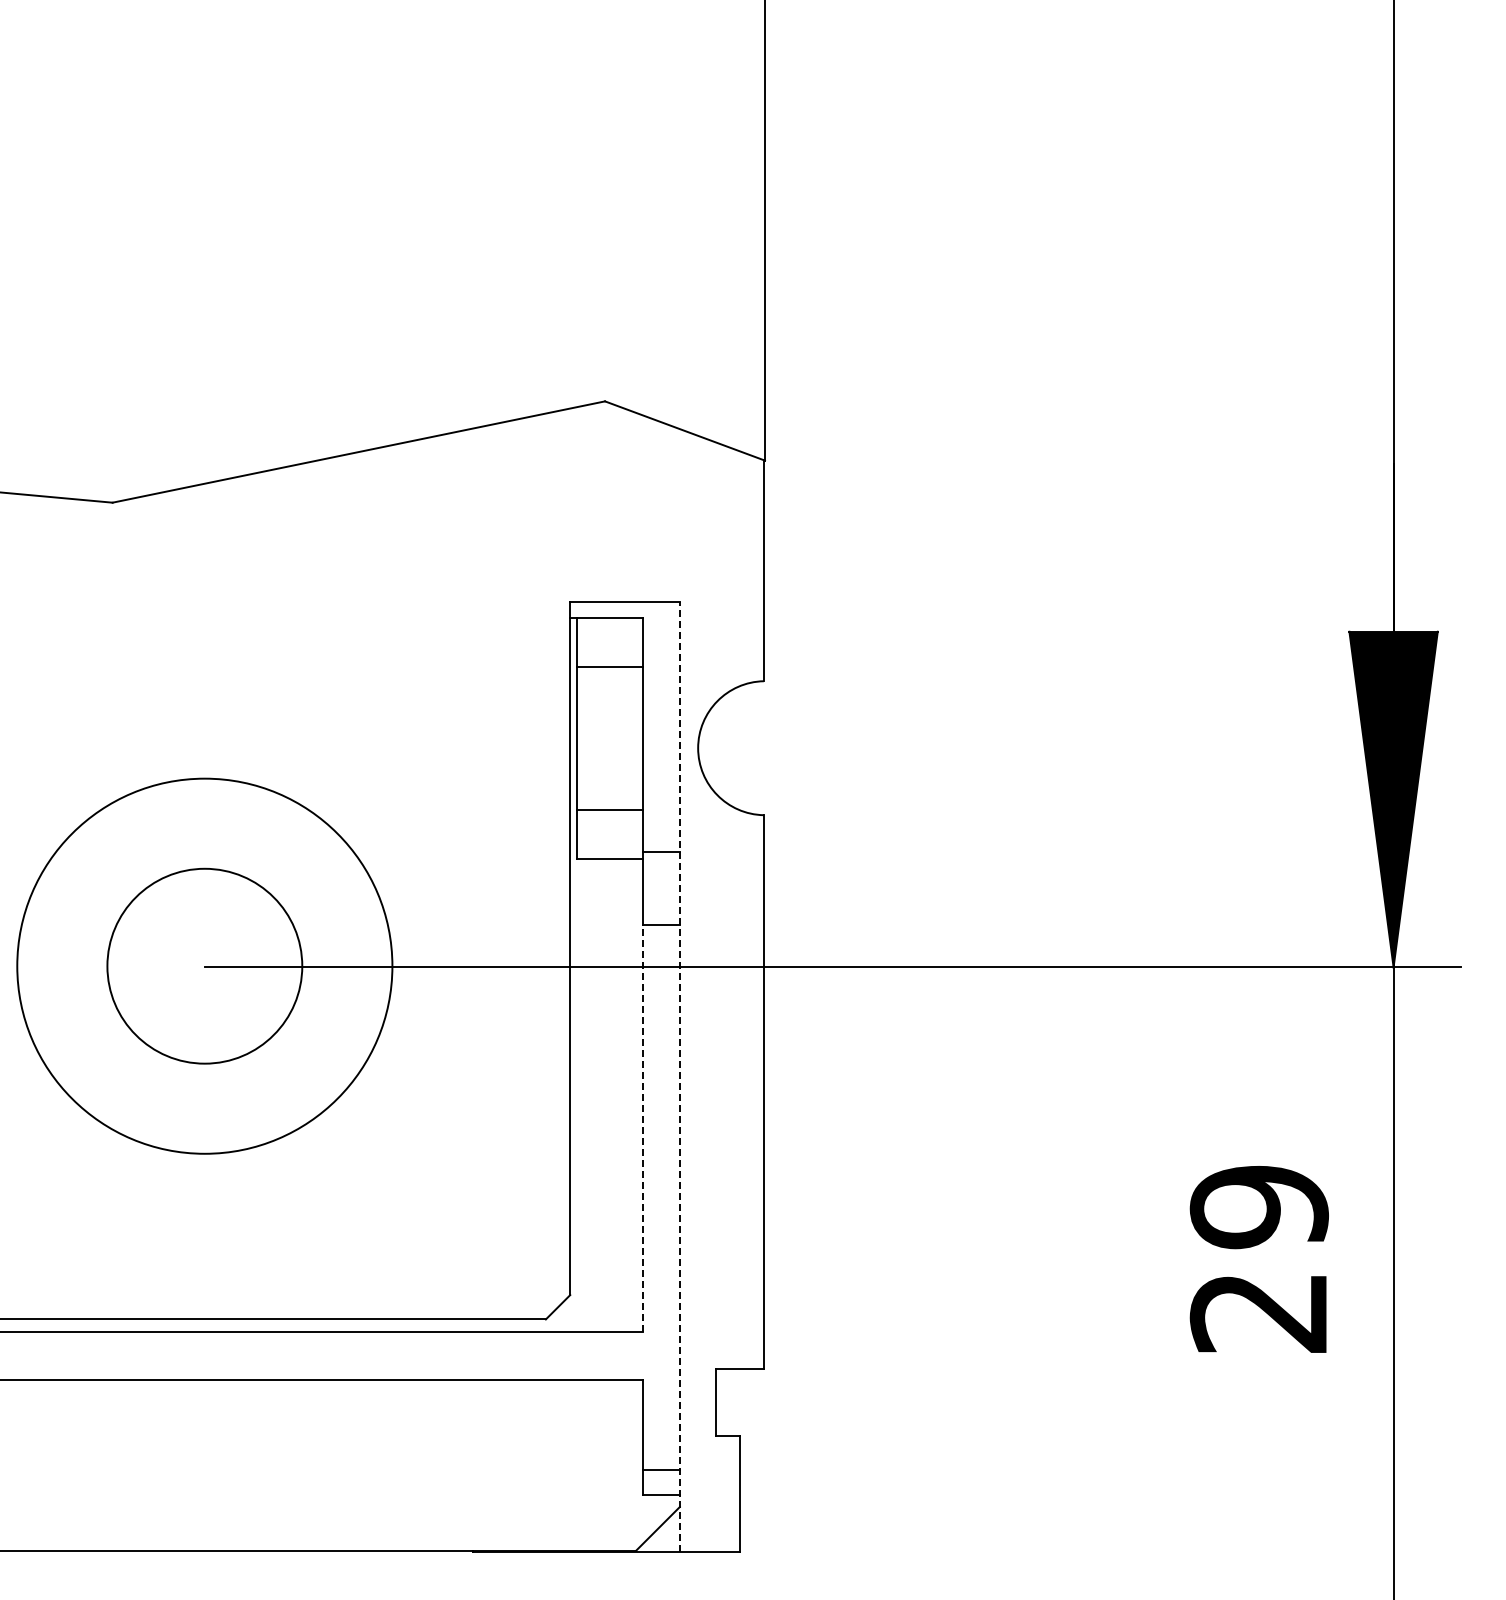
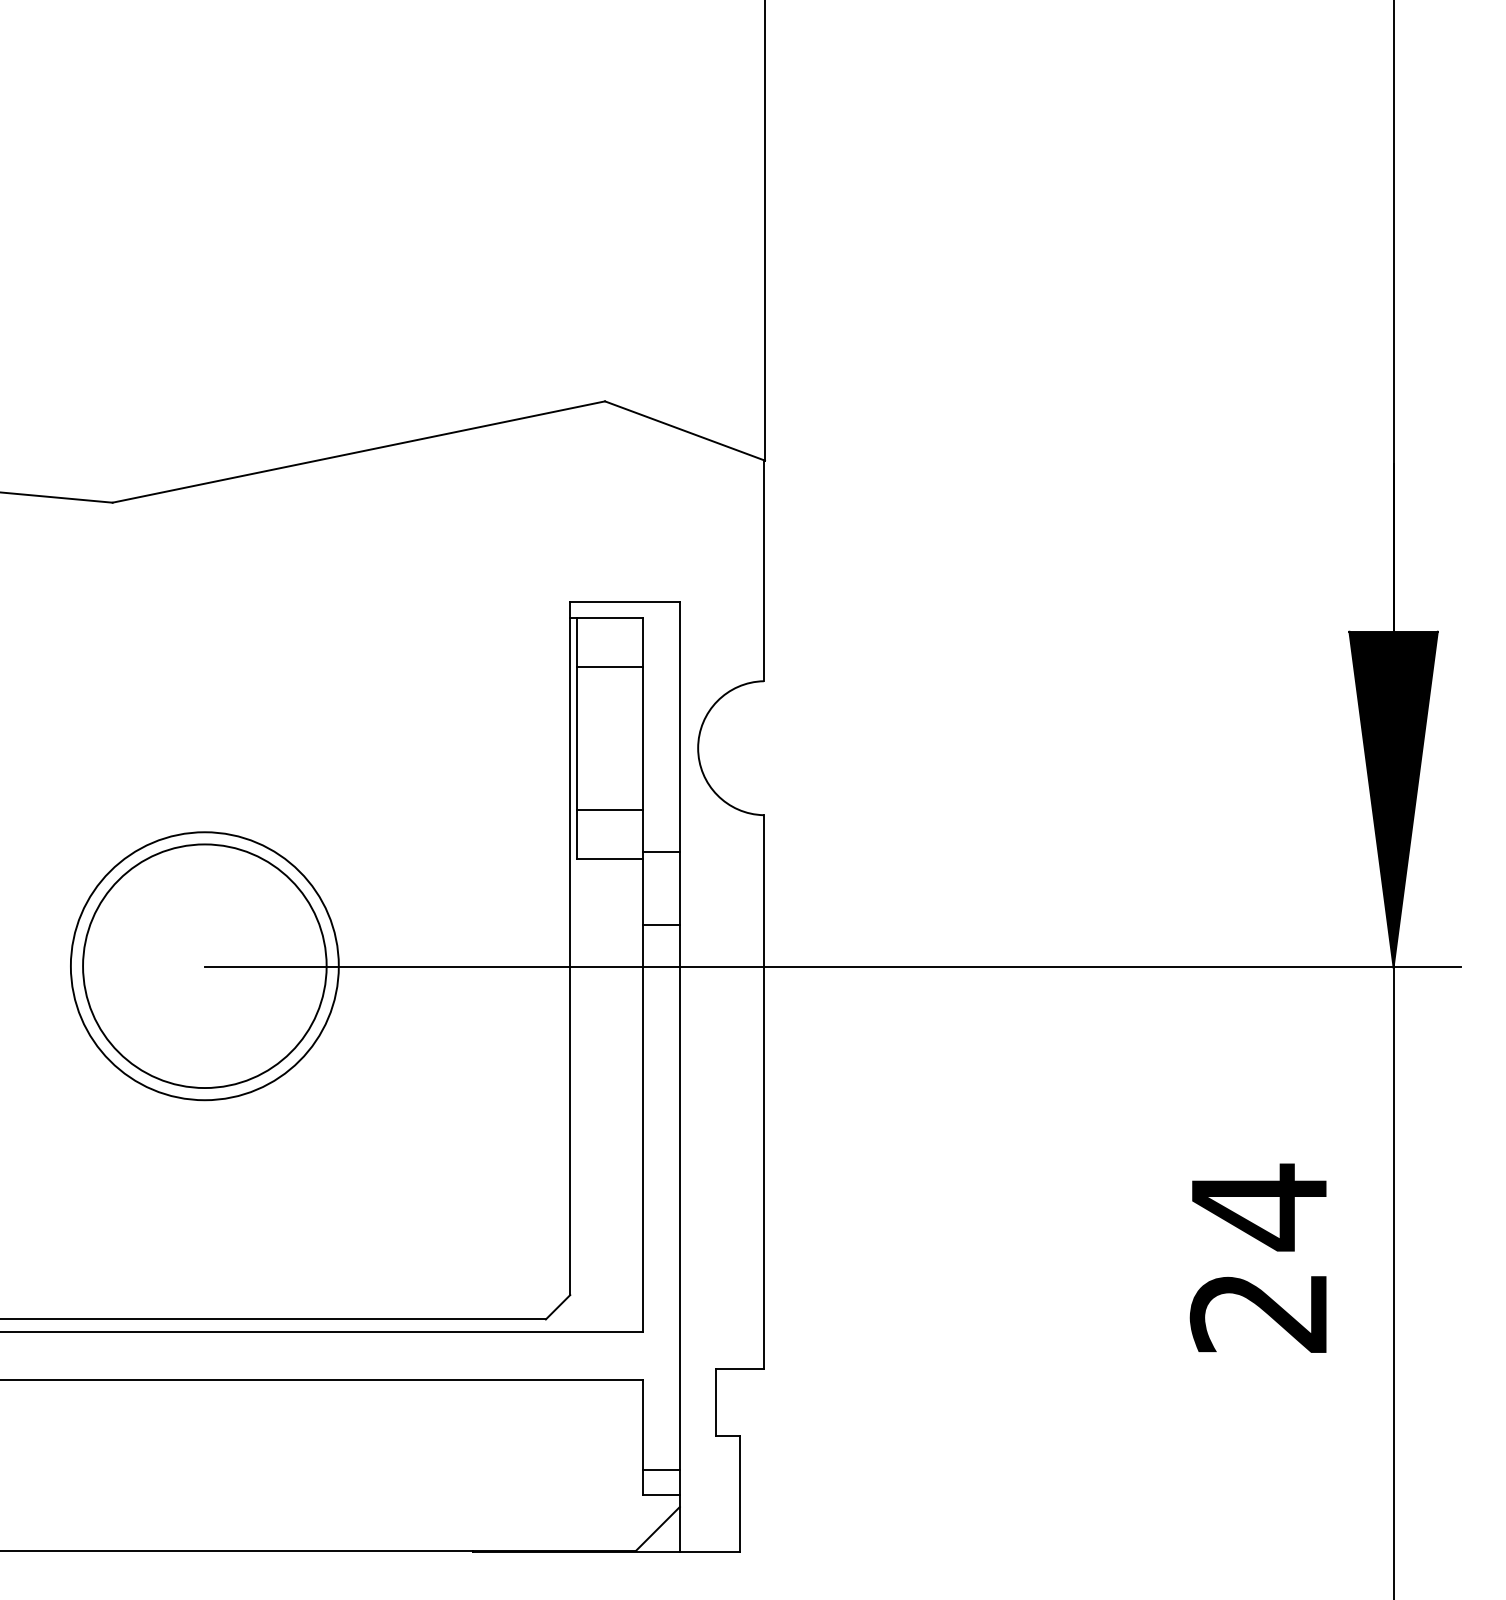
circle at (204, 965) diameter: 195 px -> 244 px
circle at (204, 965) diameter: 375 px -> 268 px
line at (679, 1077): dashed -> solid
line at (643, 1127): dashed -> solid
text at (1258, 1207): 29 -> 24
